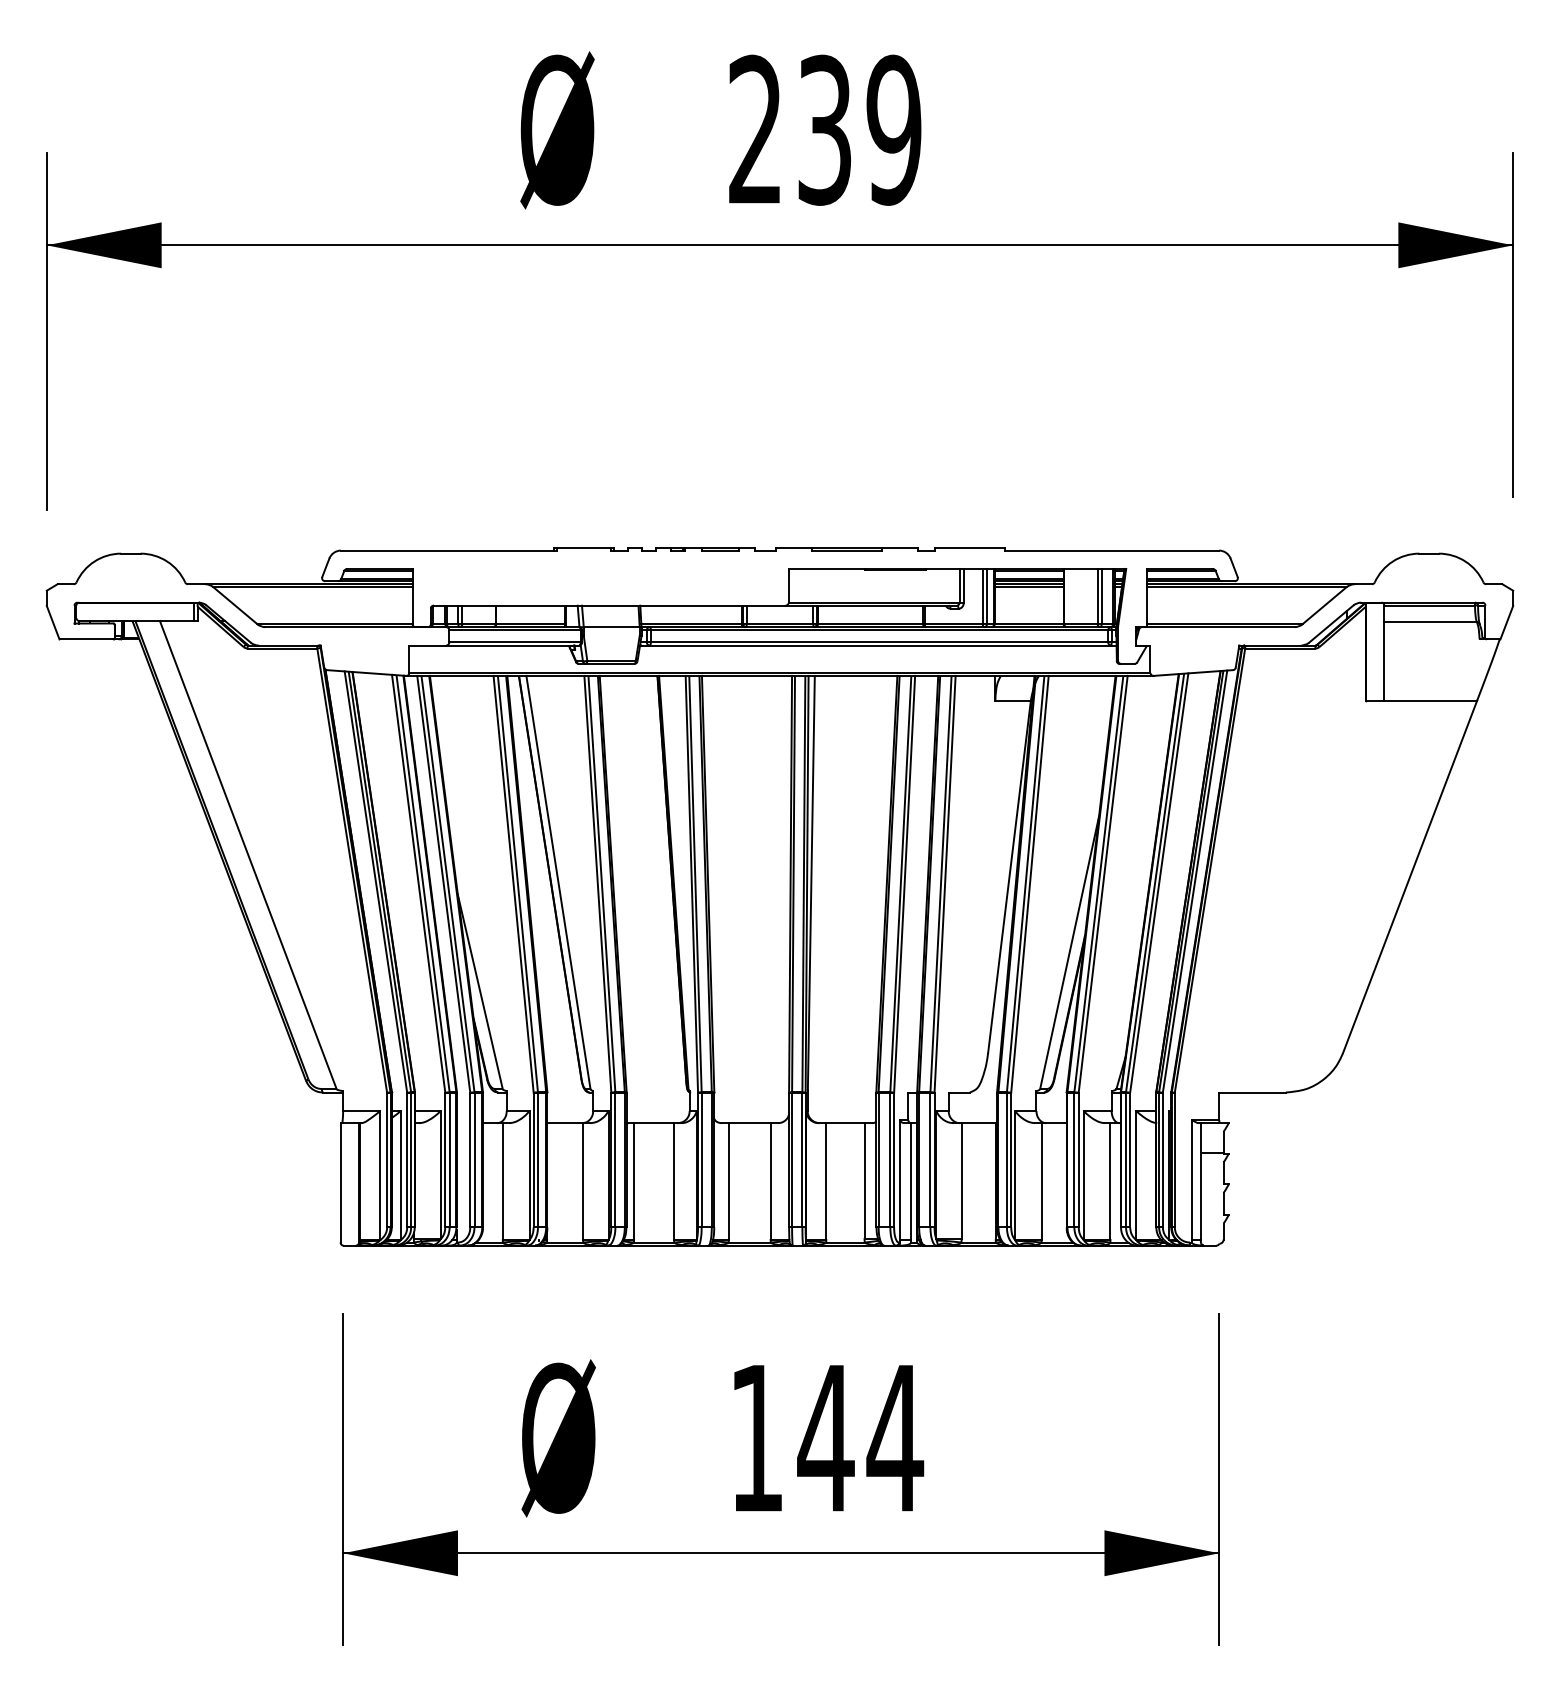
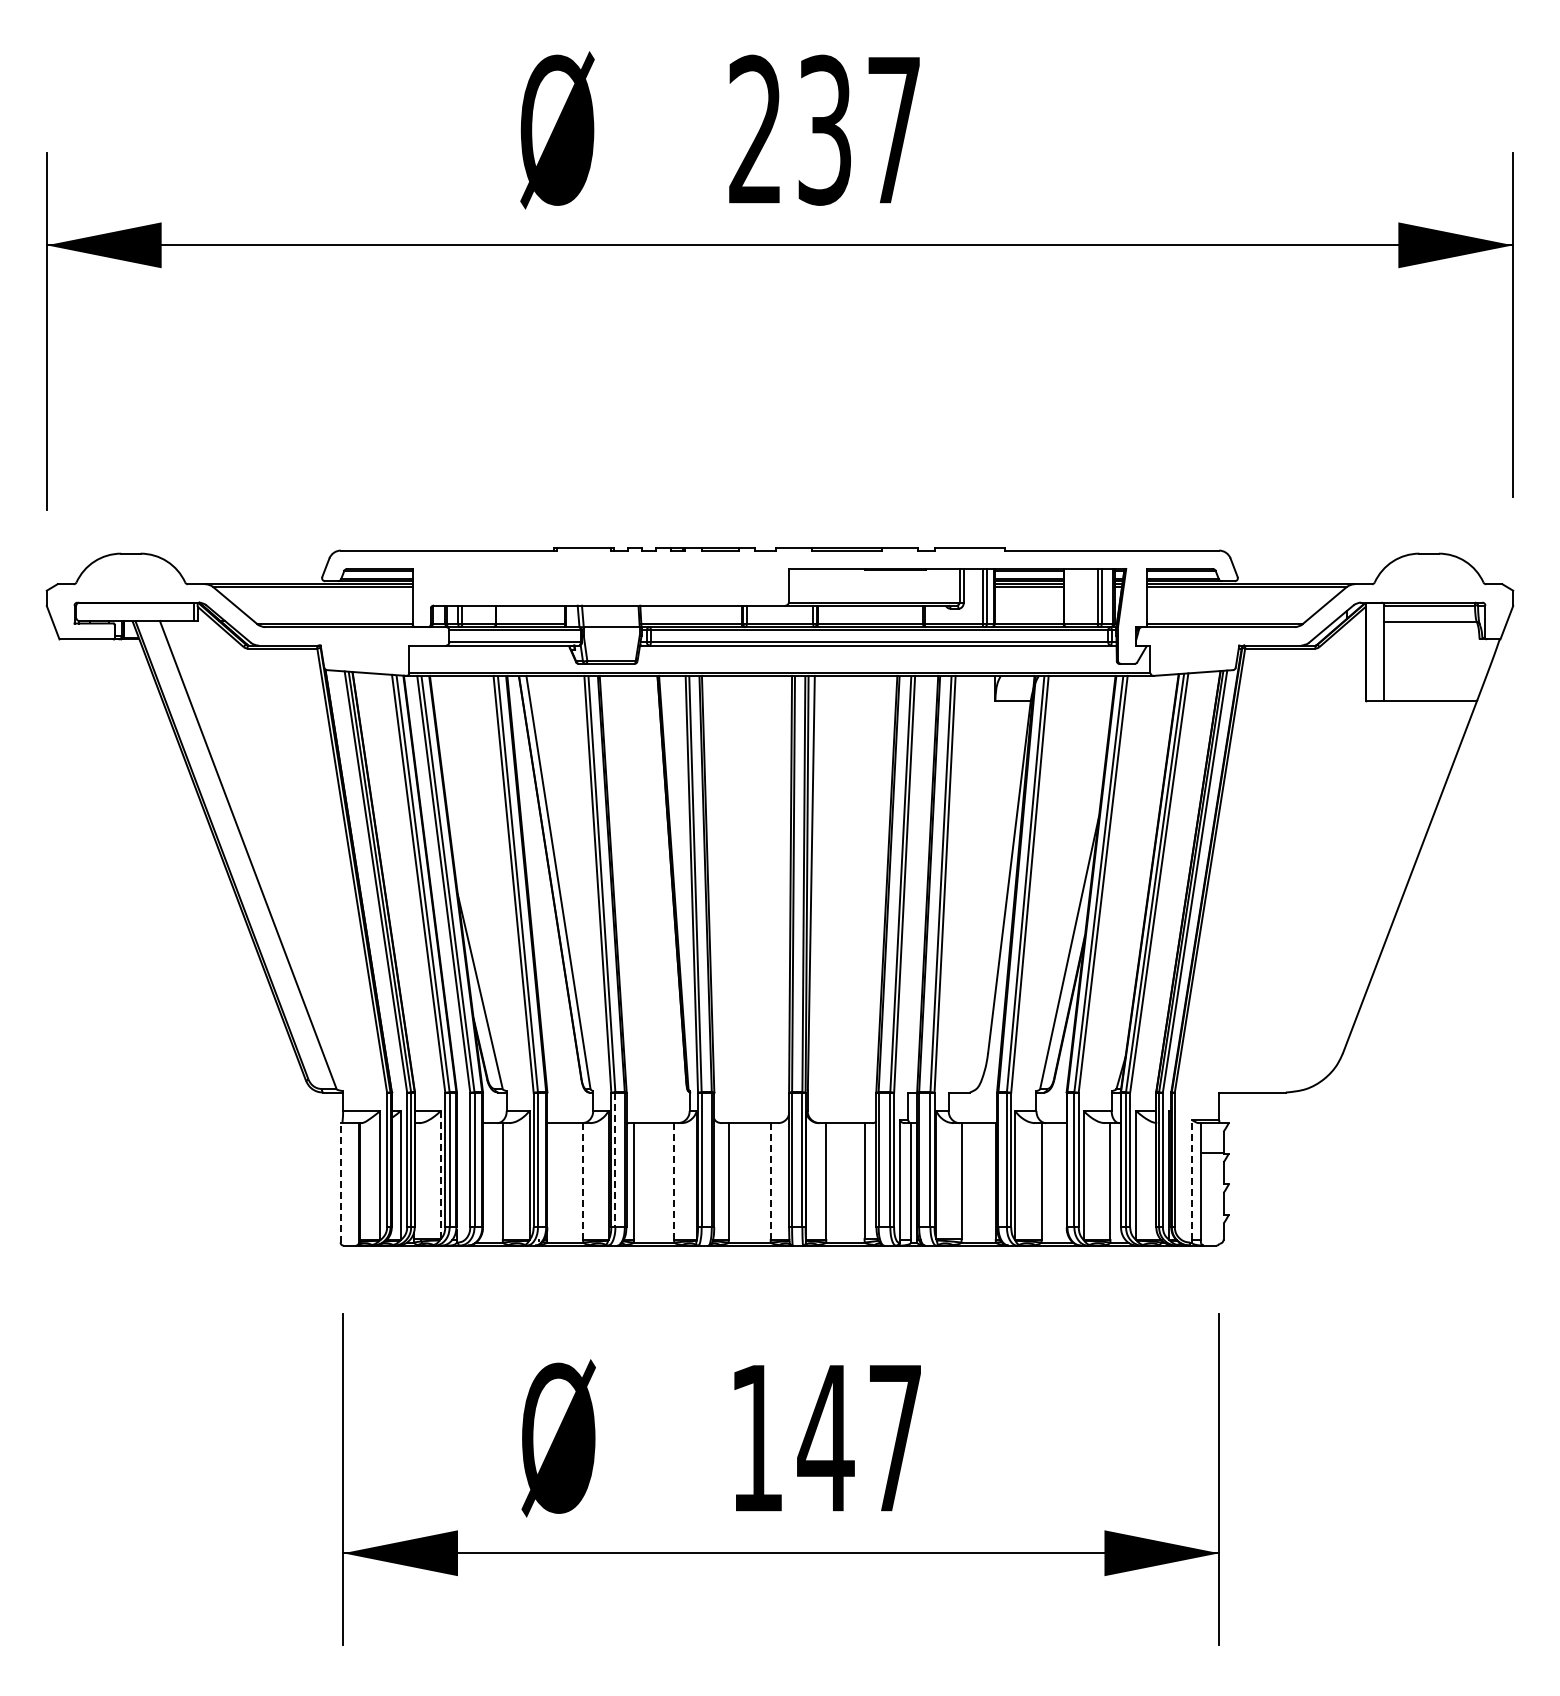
text at (893, 129): 239 -> 237
line at (615, 1160): solid -> dashed
line at (440, 1175): solid -> dashed
line at (1191, 1179): solid -> dashed
line at (583, 1181): solid -> dashed
line at (674, 1181): solid -> dashed
line at (770, 1181): solid -> dashed
line at (340, 1182): solid -> dashed
text at (895, 1438): 144 -> 147
